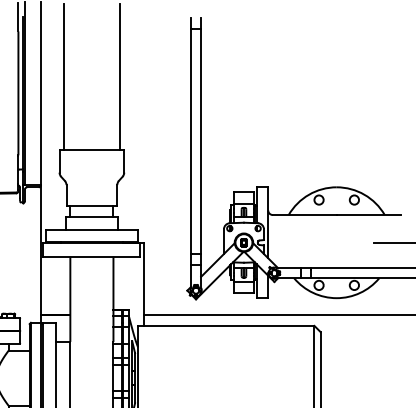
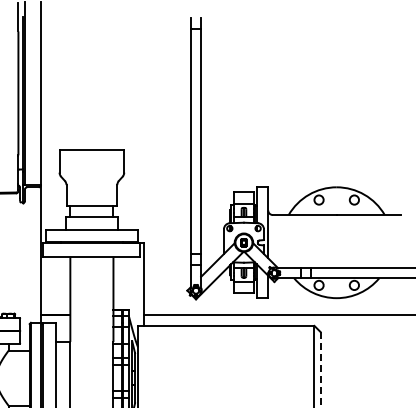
line at (64, 76): present -> none
line at (119, 76): present -> none
line at (393, 242): present -> none
line at (320, 369): solid -> dashed
